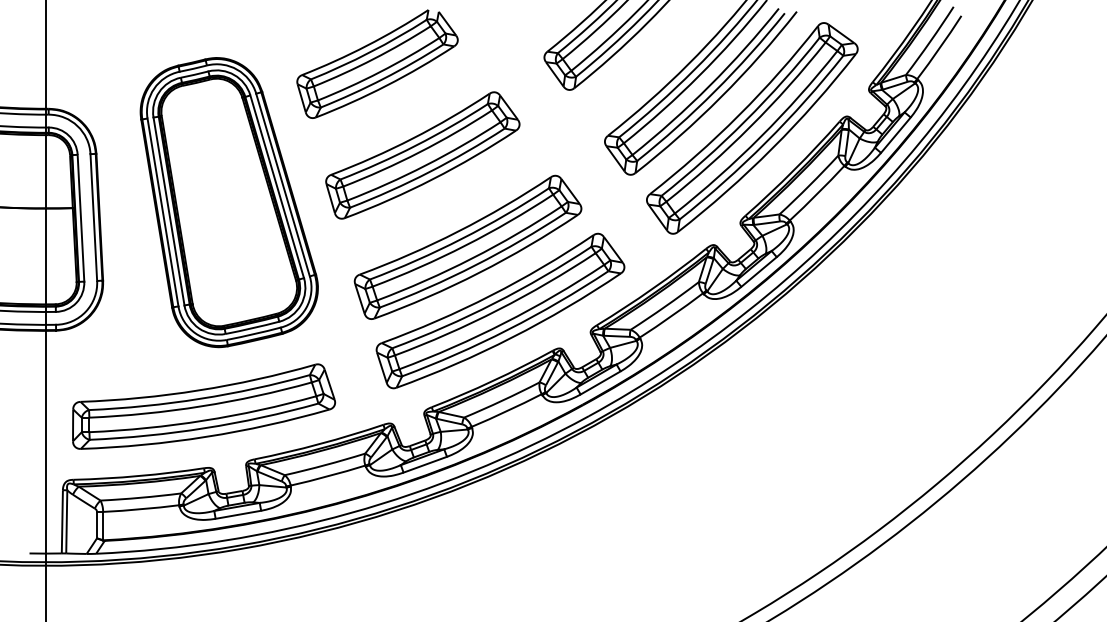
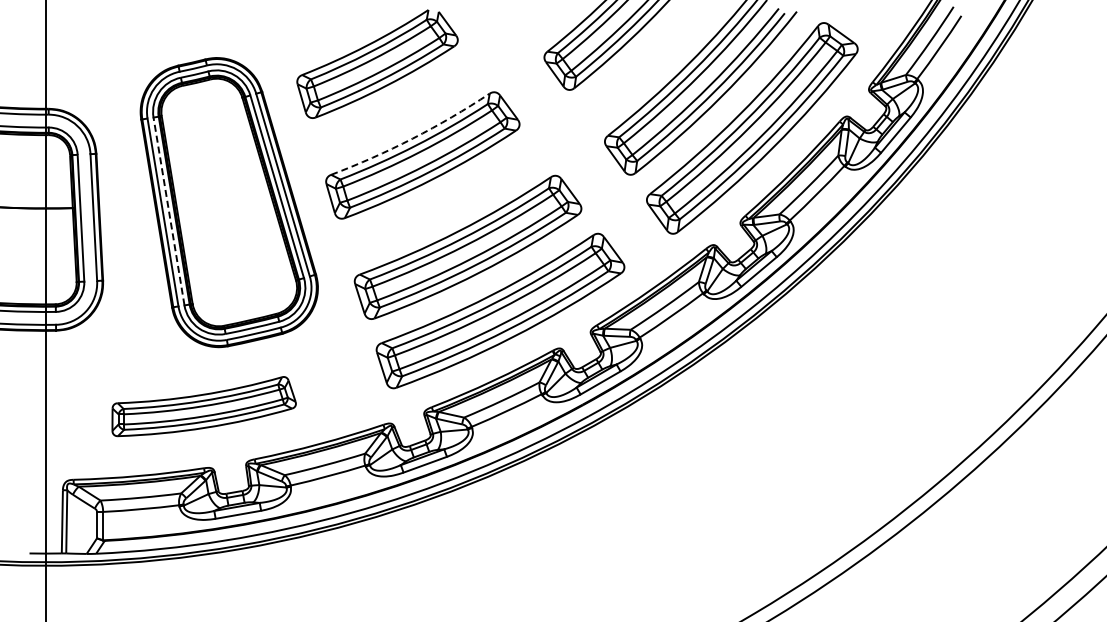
arc at (412, 138): solid -> dashed
line at (168, 211): solid -> dashed
part at (204, 406) size: 265x87 px -> 186x62 px
